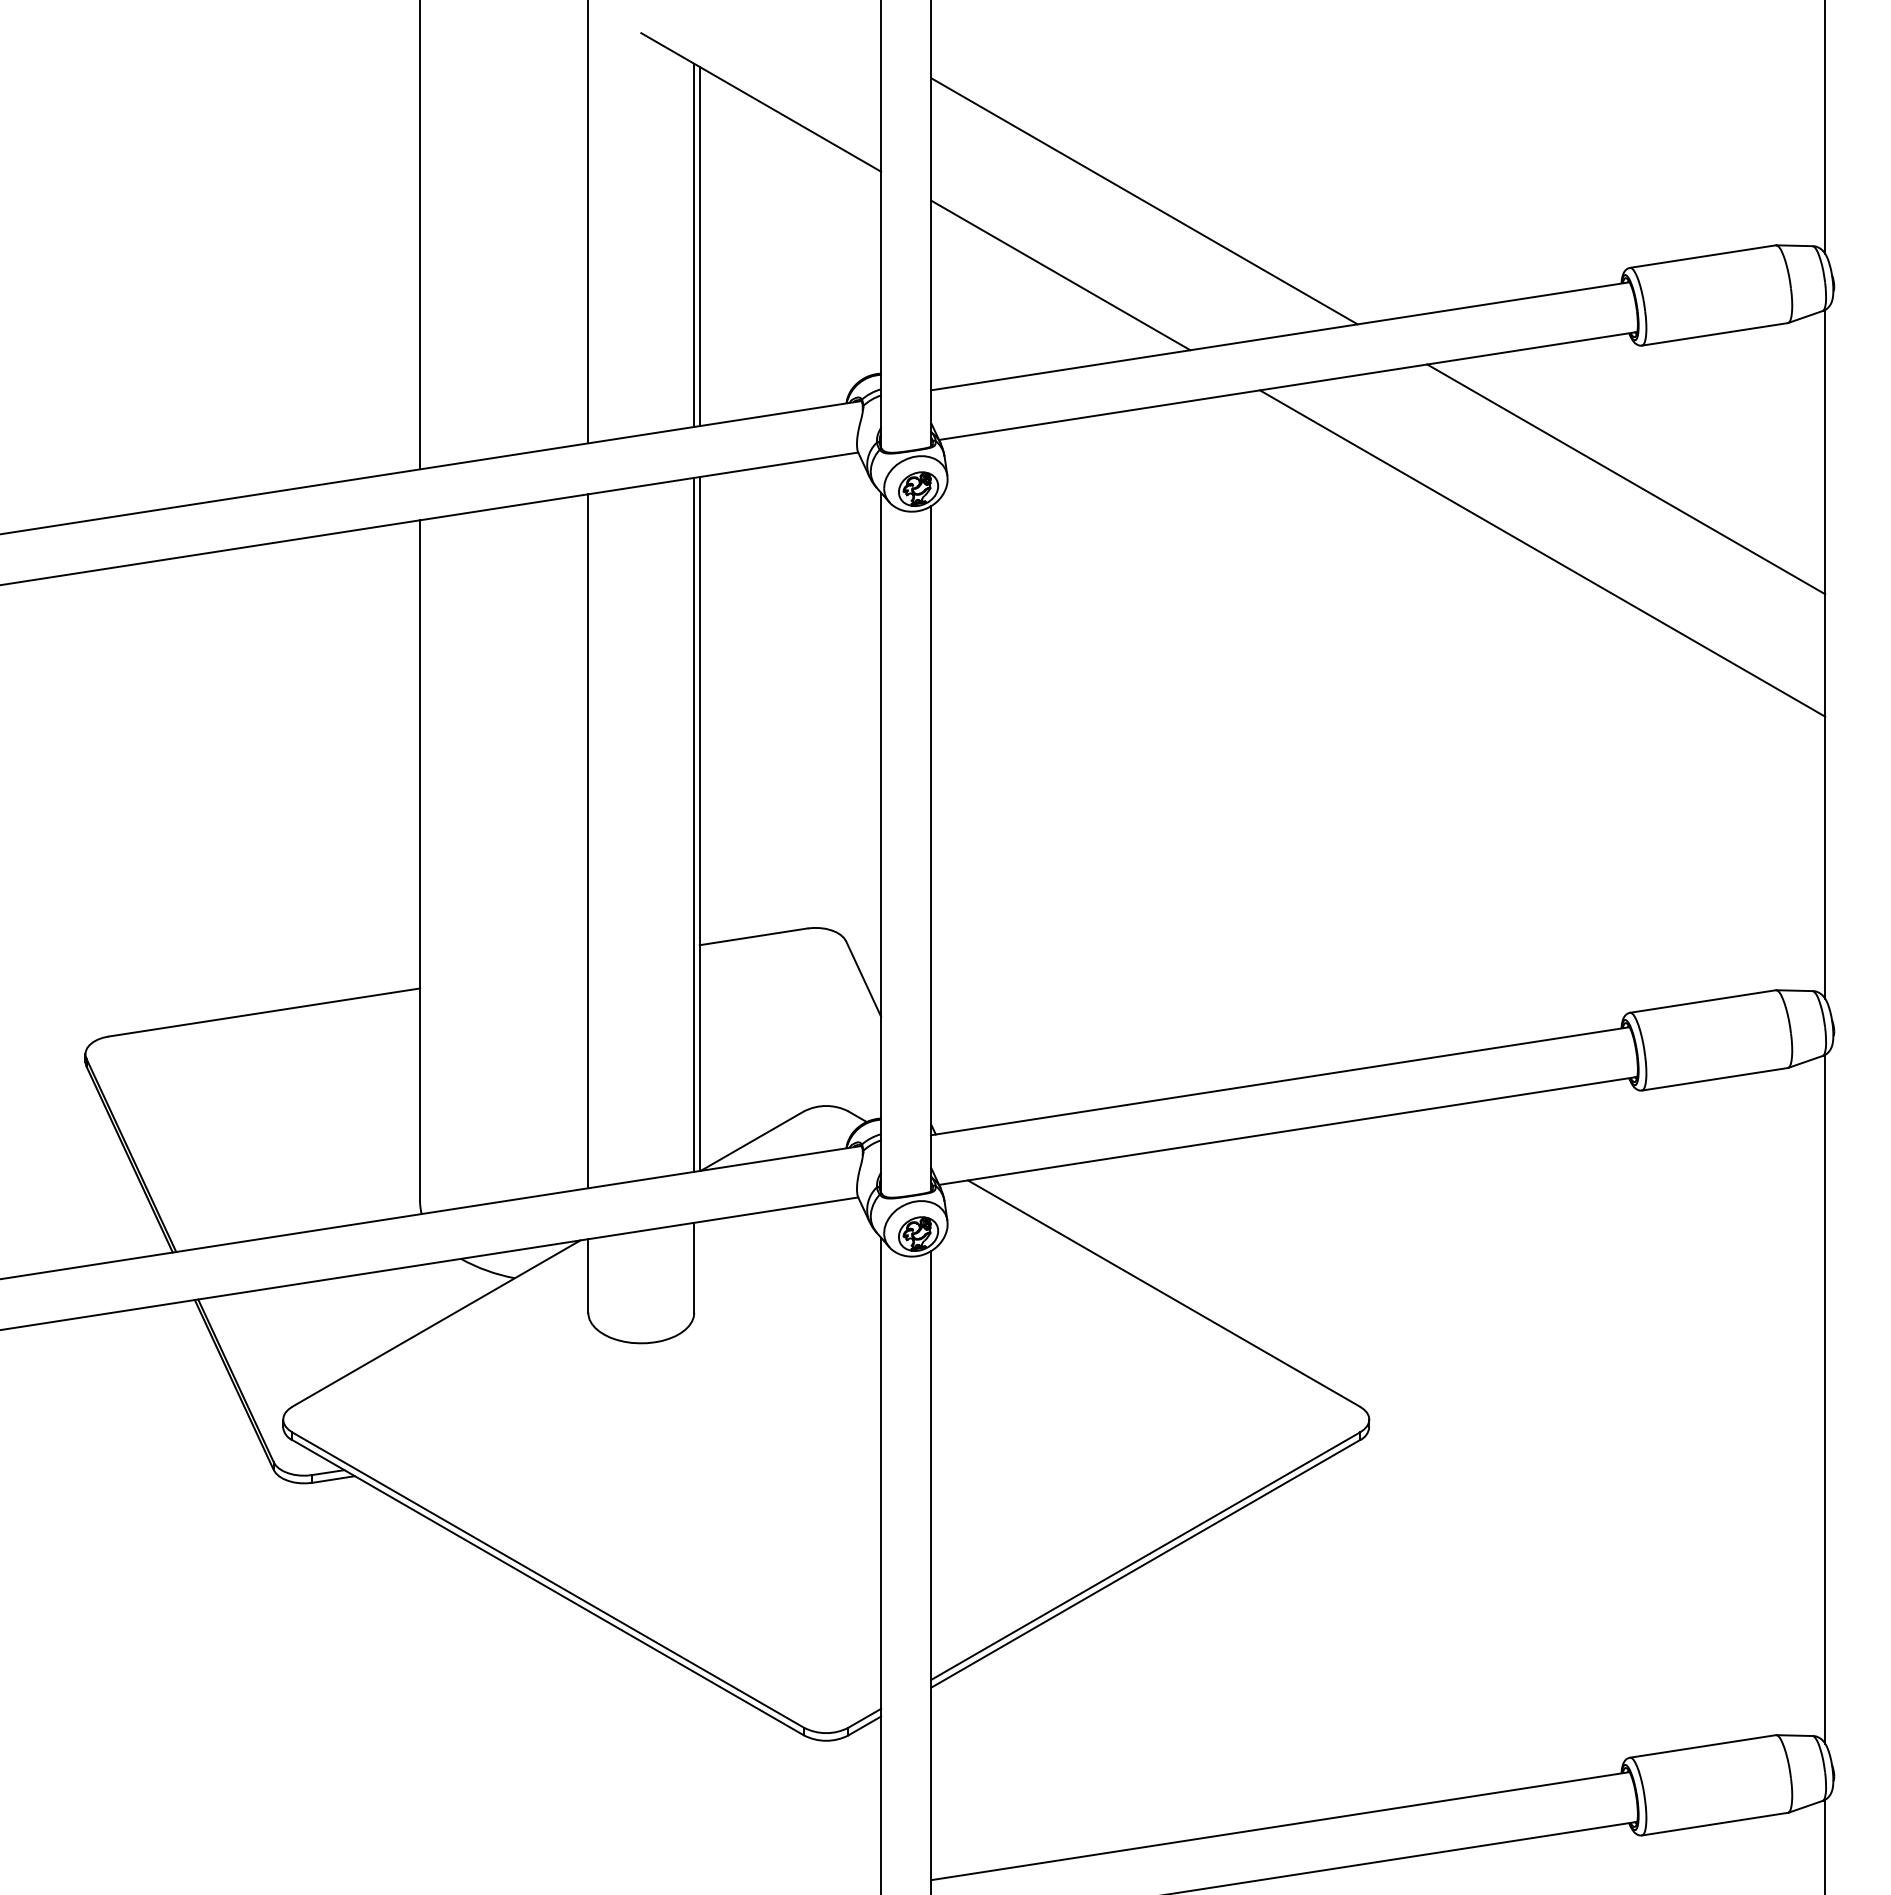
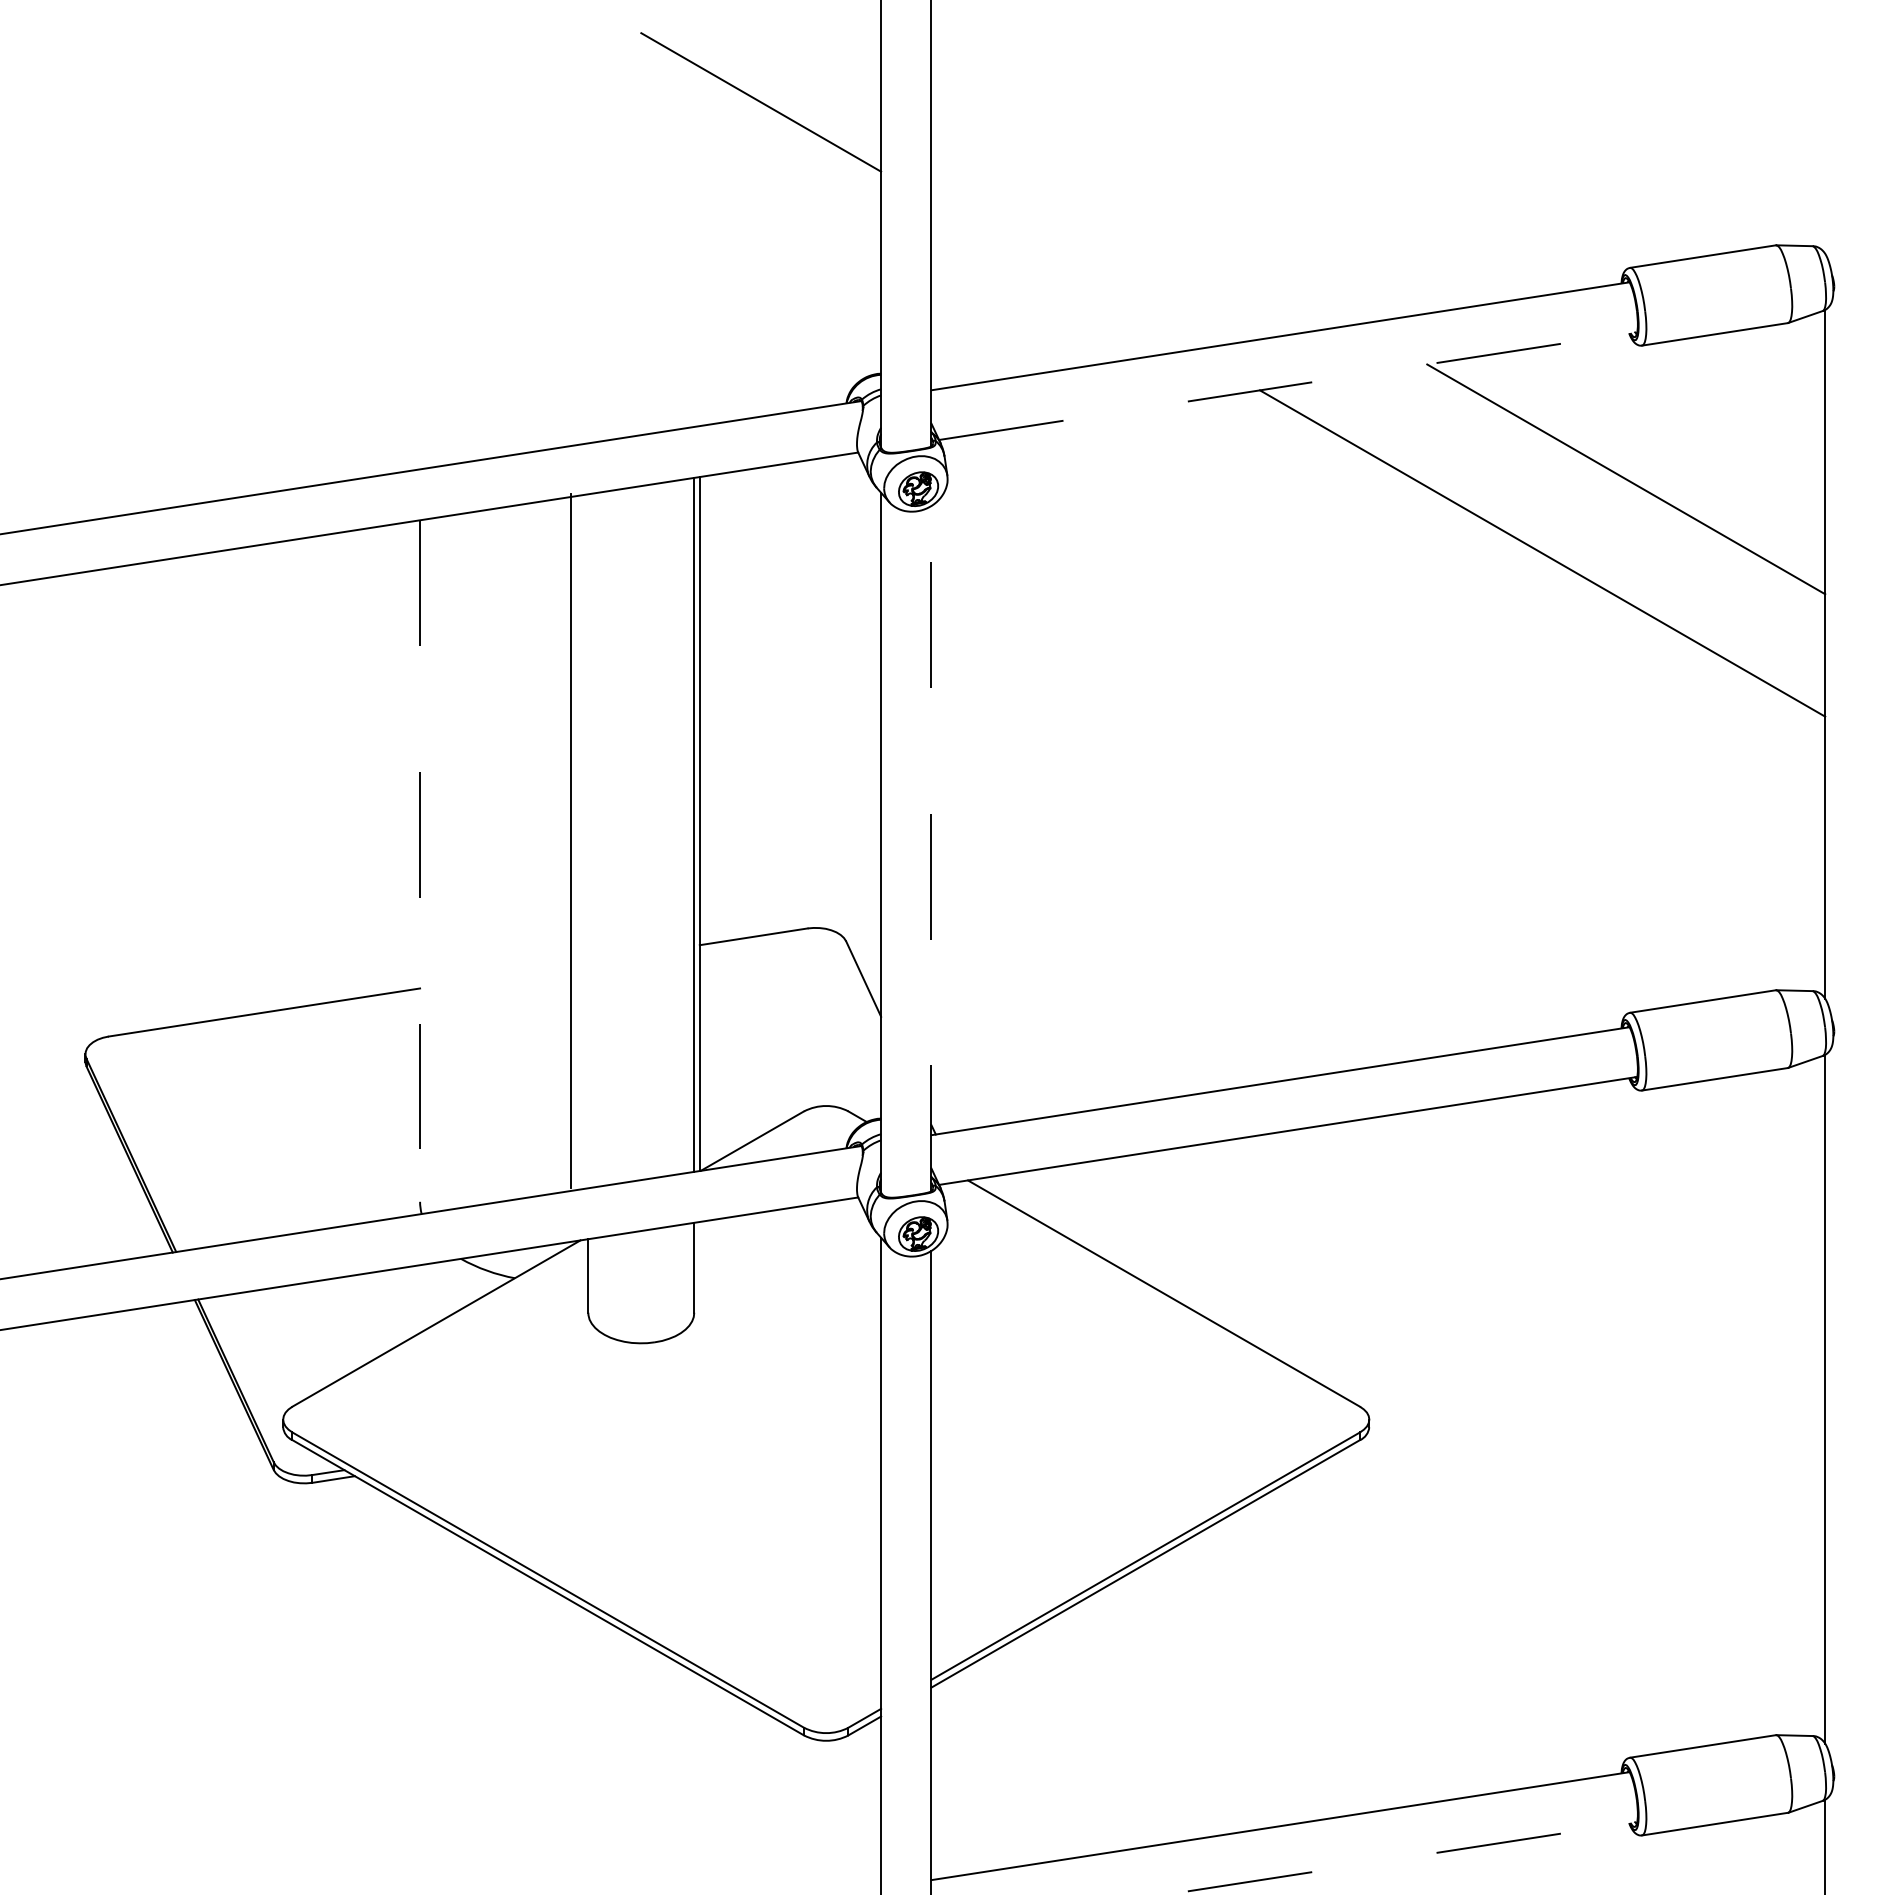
line at (1825, 128): present -> none
line at (1144, 201): present -> none
line at (588, 222): present -> none
line at (420, 235): present -> none
line at (694, 245): present -> none
line at (699, 246): present -> none
line at (1060, 275): present -> none
line at (1288, 385): solid -> dashed
line at (588, 841) position: (588, 841) -> (571, 841)
line at (931, 848): solid -> dashed
line at (420, 861): solid -> dashed
line at (1401, 1858): solid -> dashed
